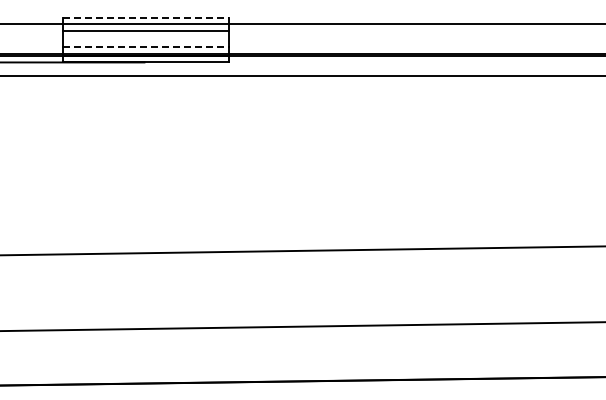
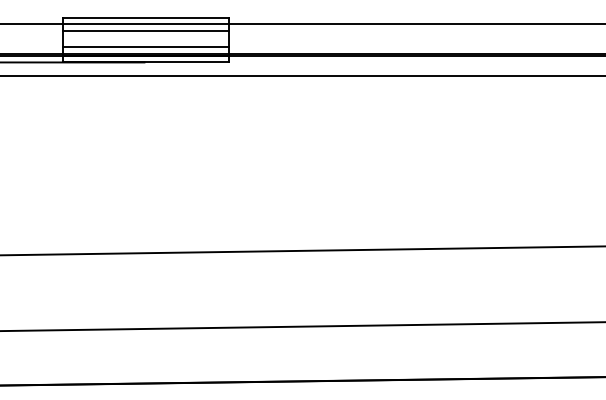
line at (146, 18): dashed -> solid
line at (146, 47): dashed -> solid
